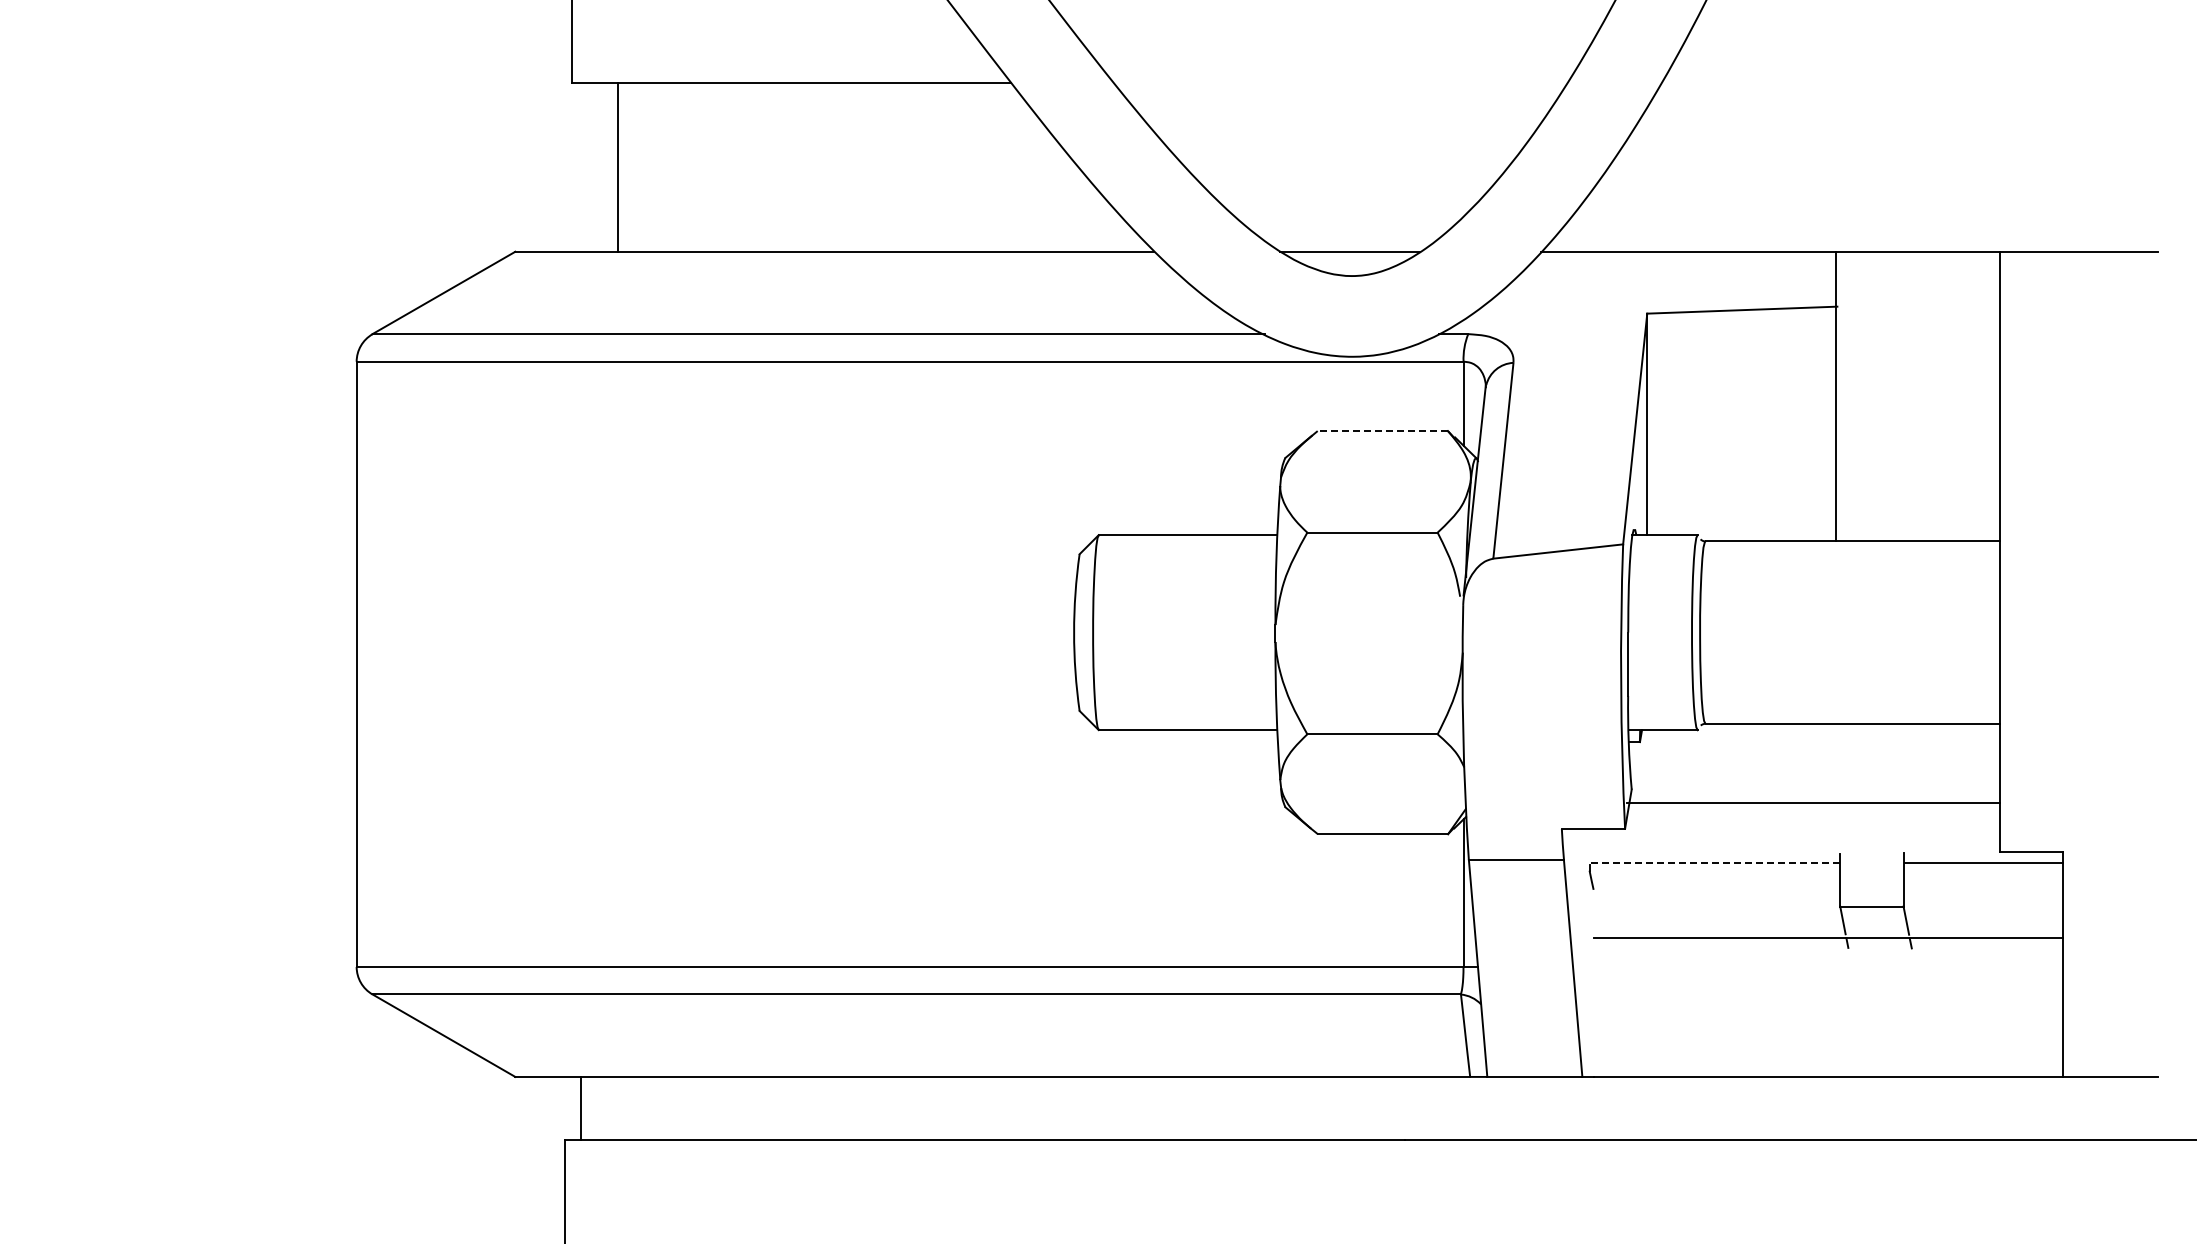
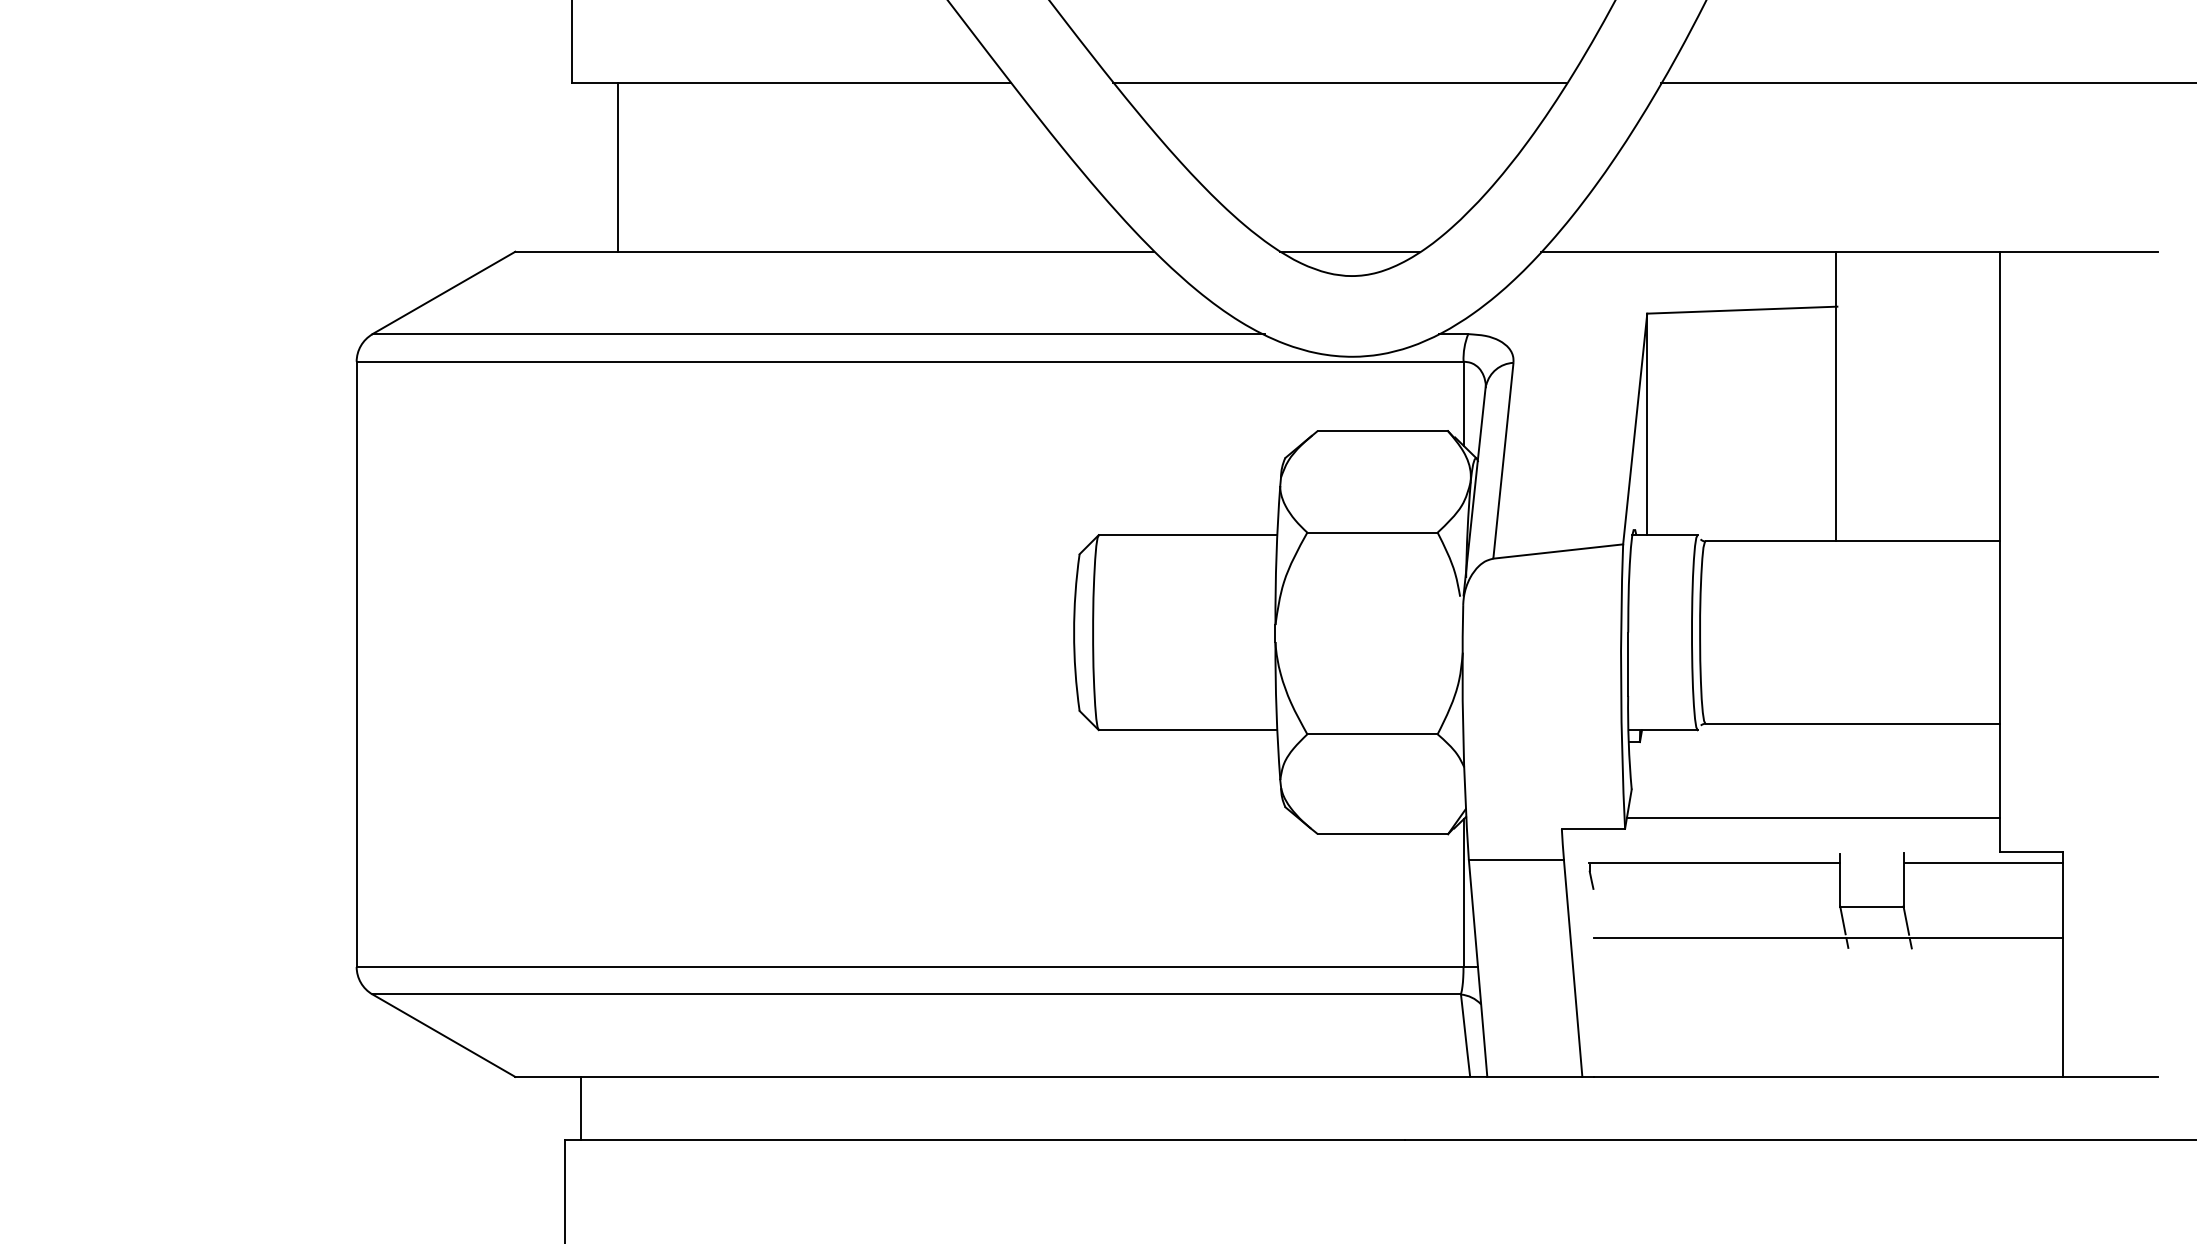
line at (1339, 83): none -> present
line at (1927, 83): none -> present
line at (1382, 431): dashed -> solid
line at (1812, 802) position: (1812, 802) -> (1812, 817)
line at (1714, 863): dashed -> solid
